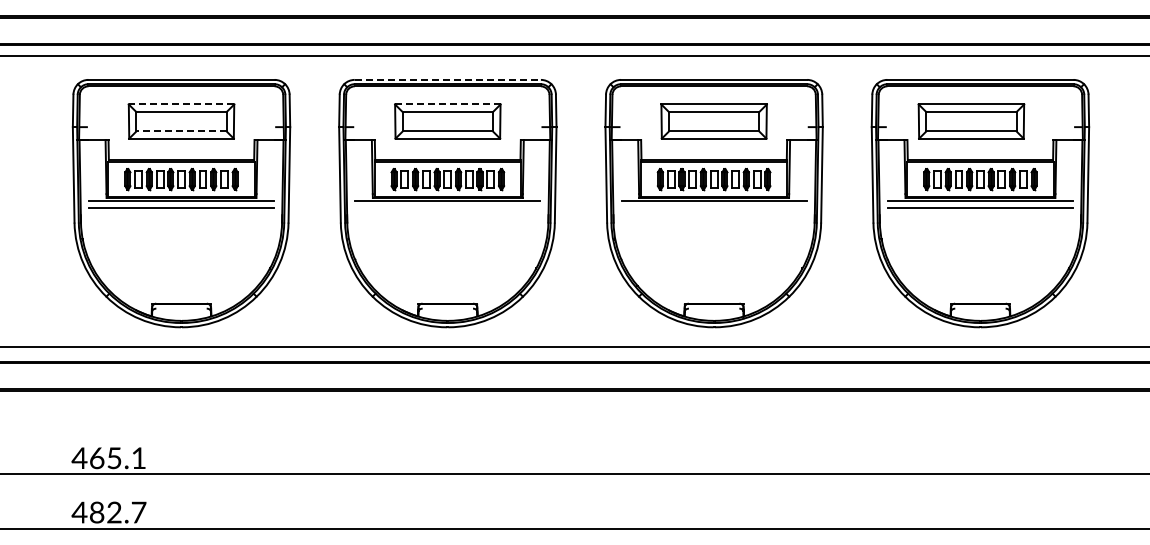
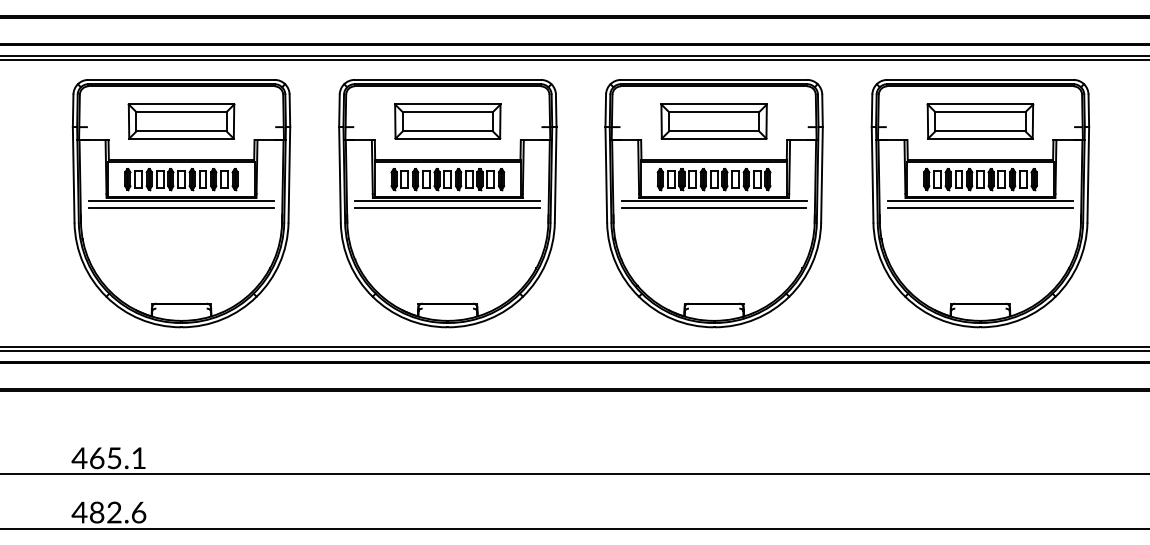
line at (574, 60): none -> present
line at (448, 79): dashed -> solid
line at (181, 104): dashed -> solid
line at (447, 104): dashed -> solid
part at (971, 121) position: (971, 121) -> (980, 121)
line at (181, 131): dashed -> solid
line at (447, 208): none -> present
line at (713, 208): none -> present
line at (574, 351): none -> present
text at (138, 512): 482.7 -> 482.6
